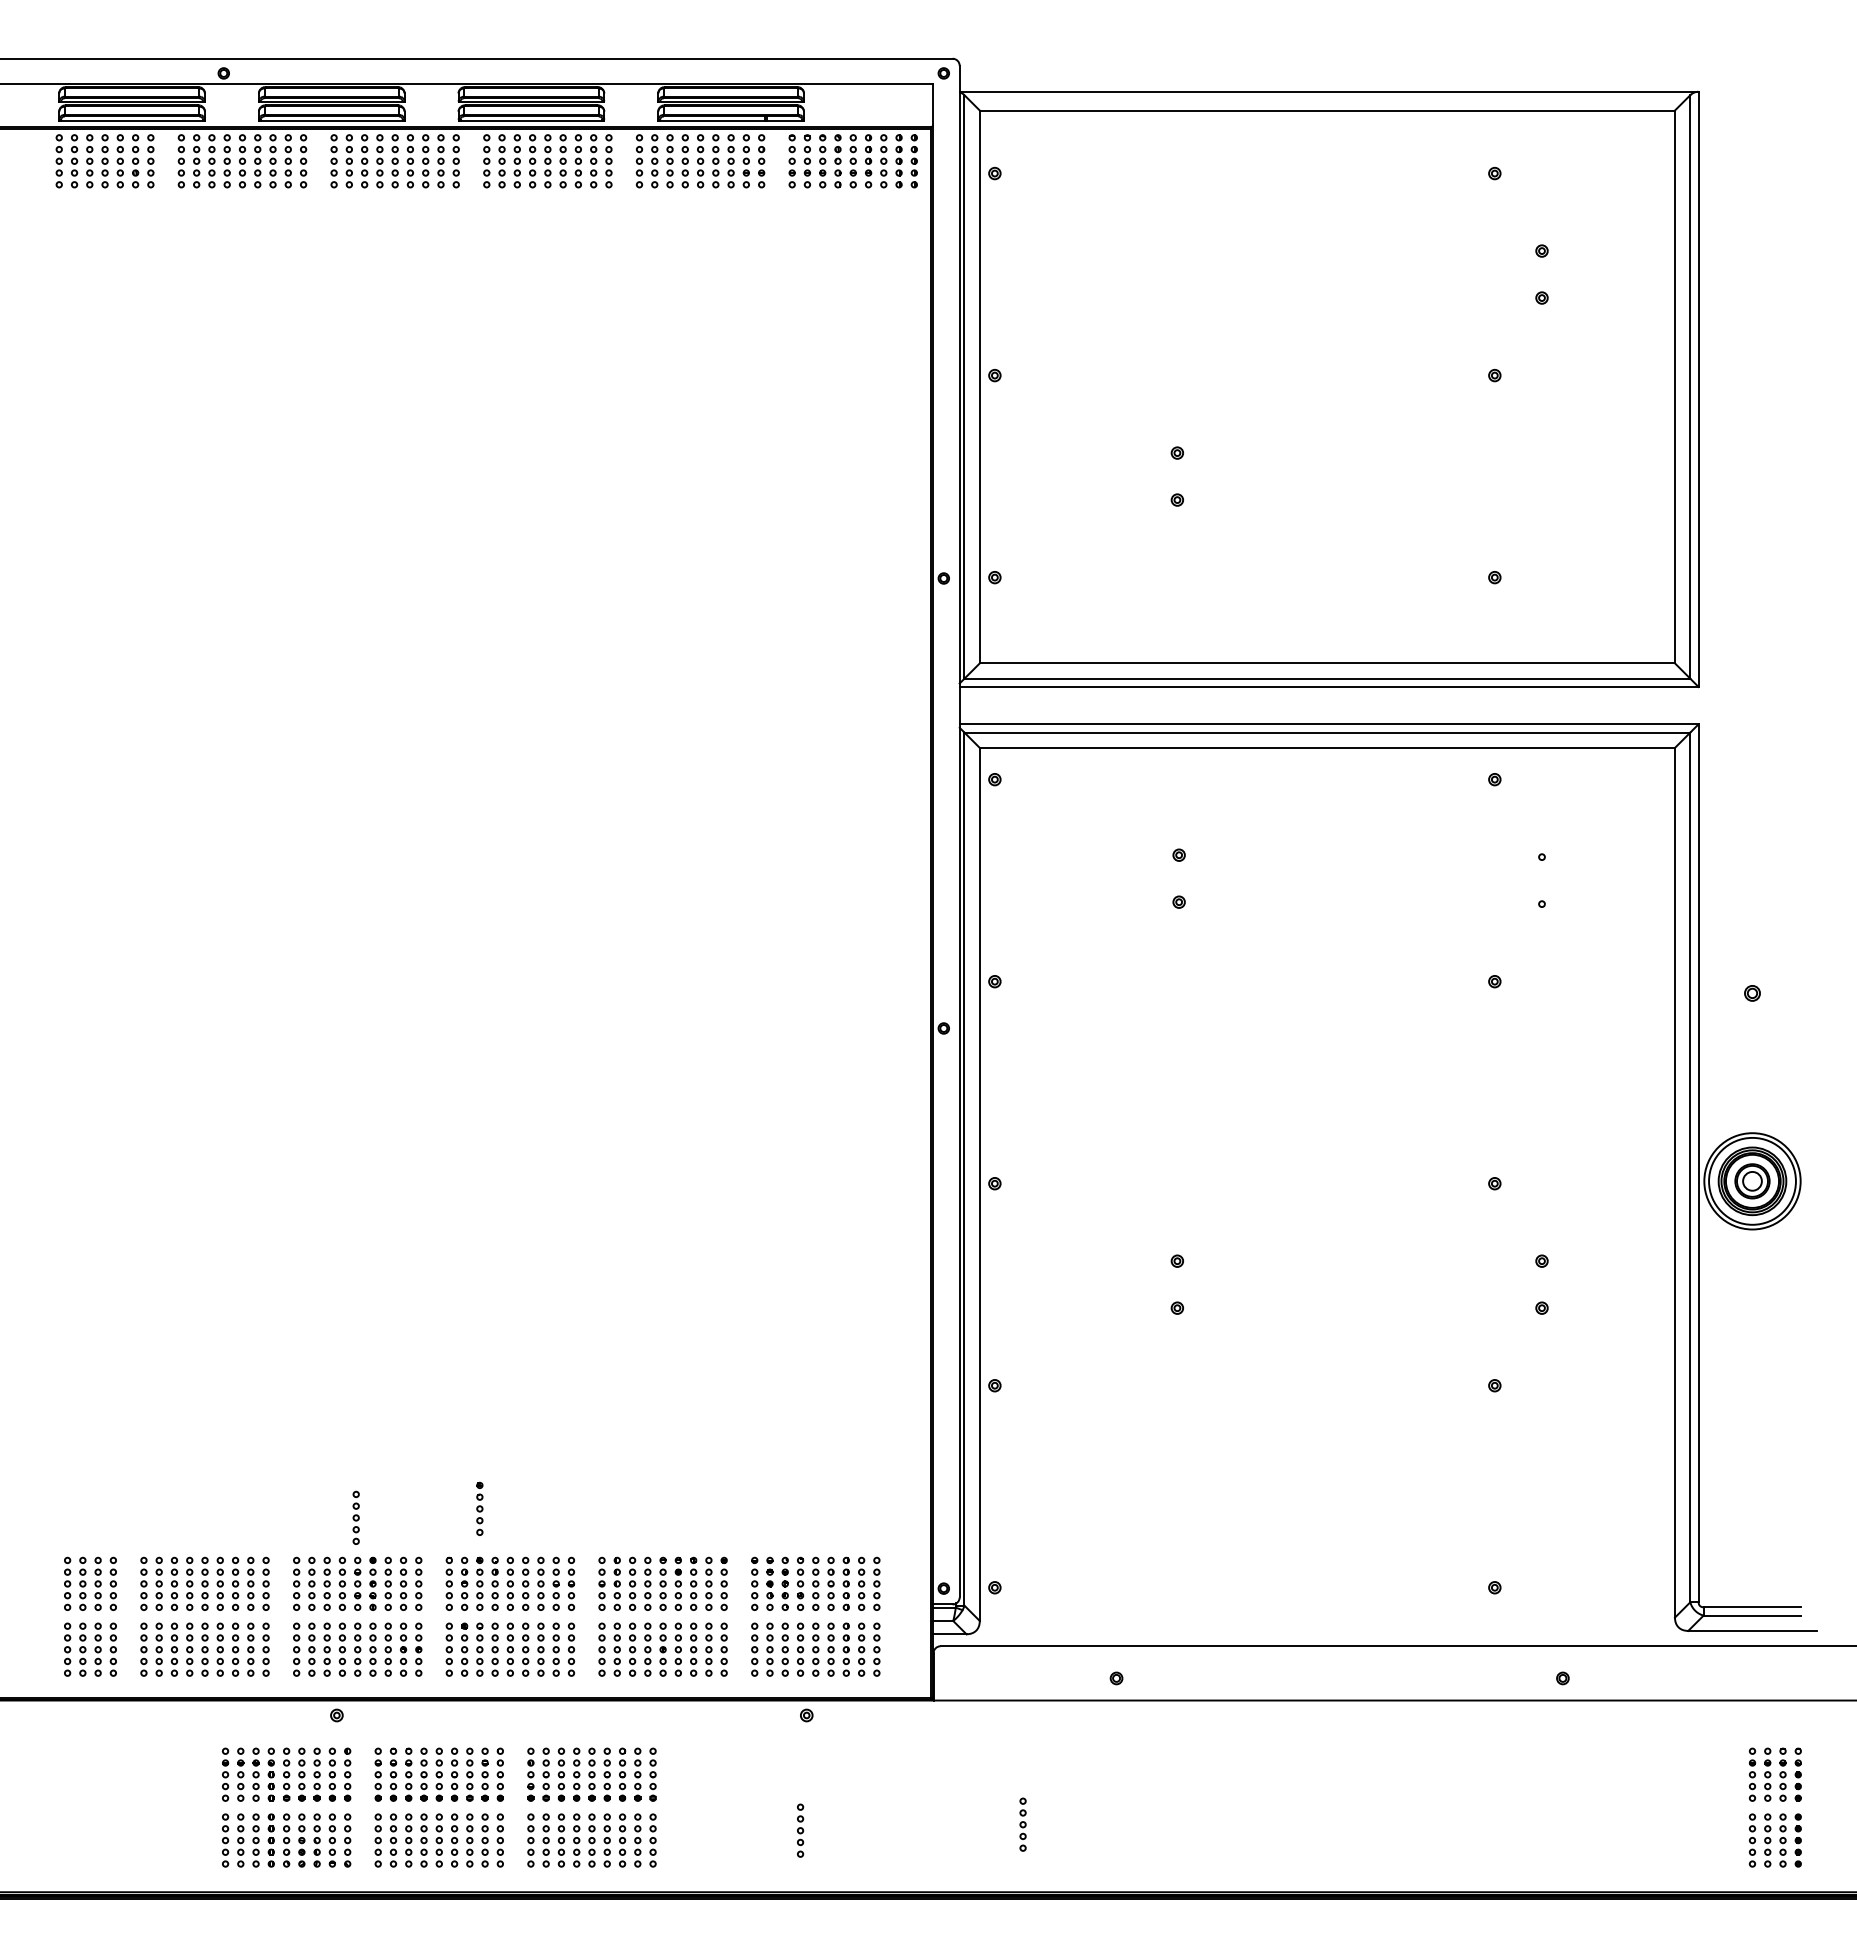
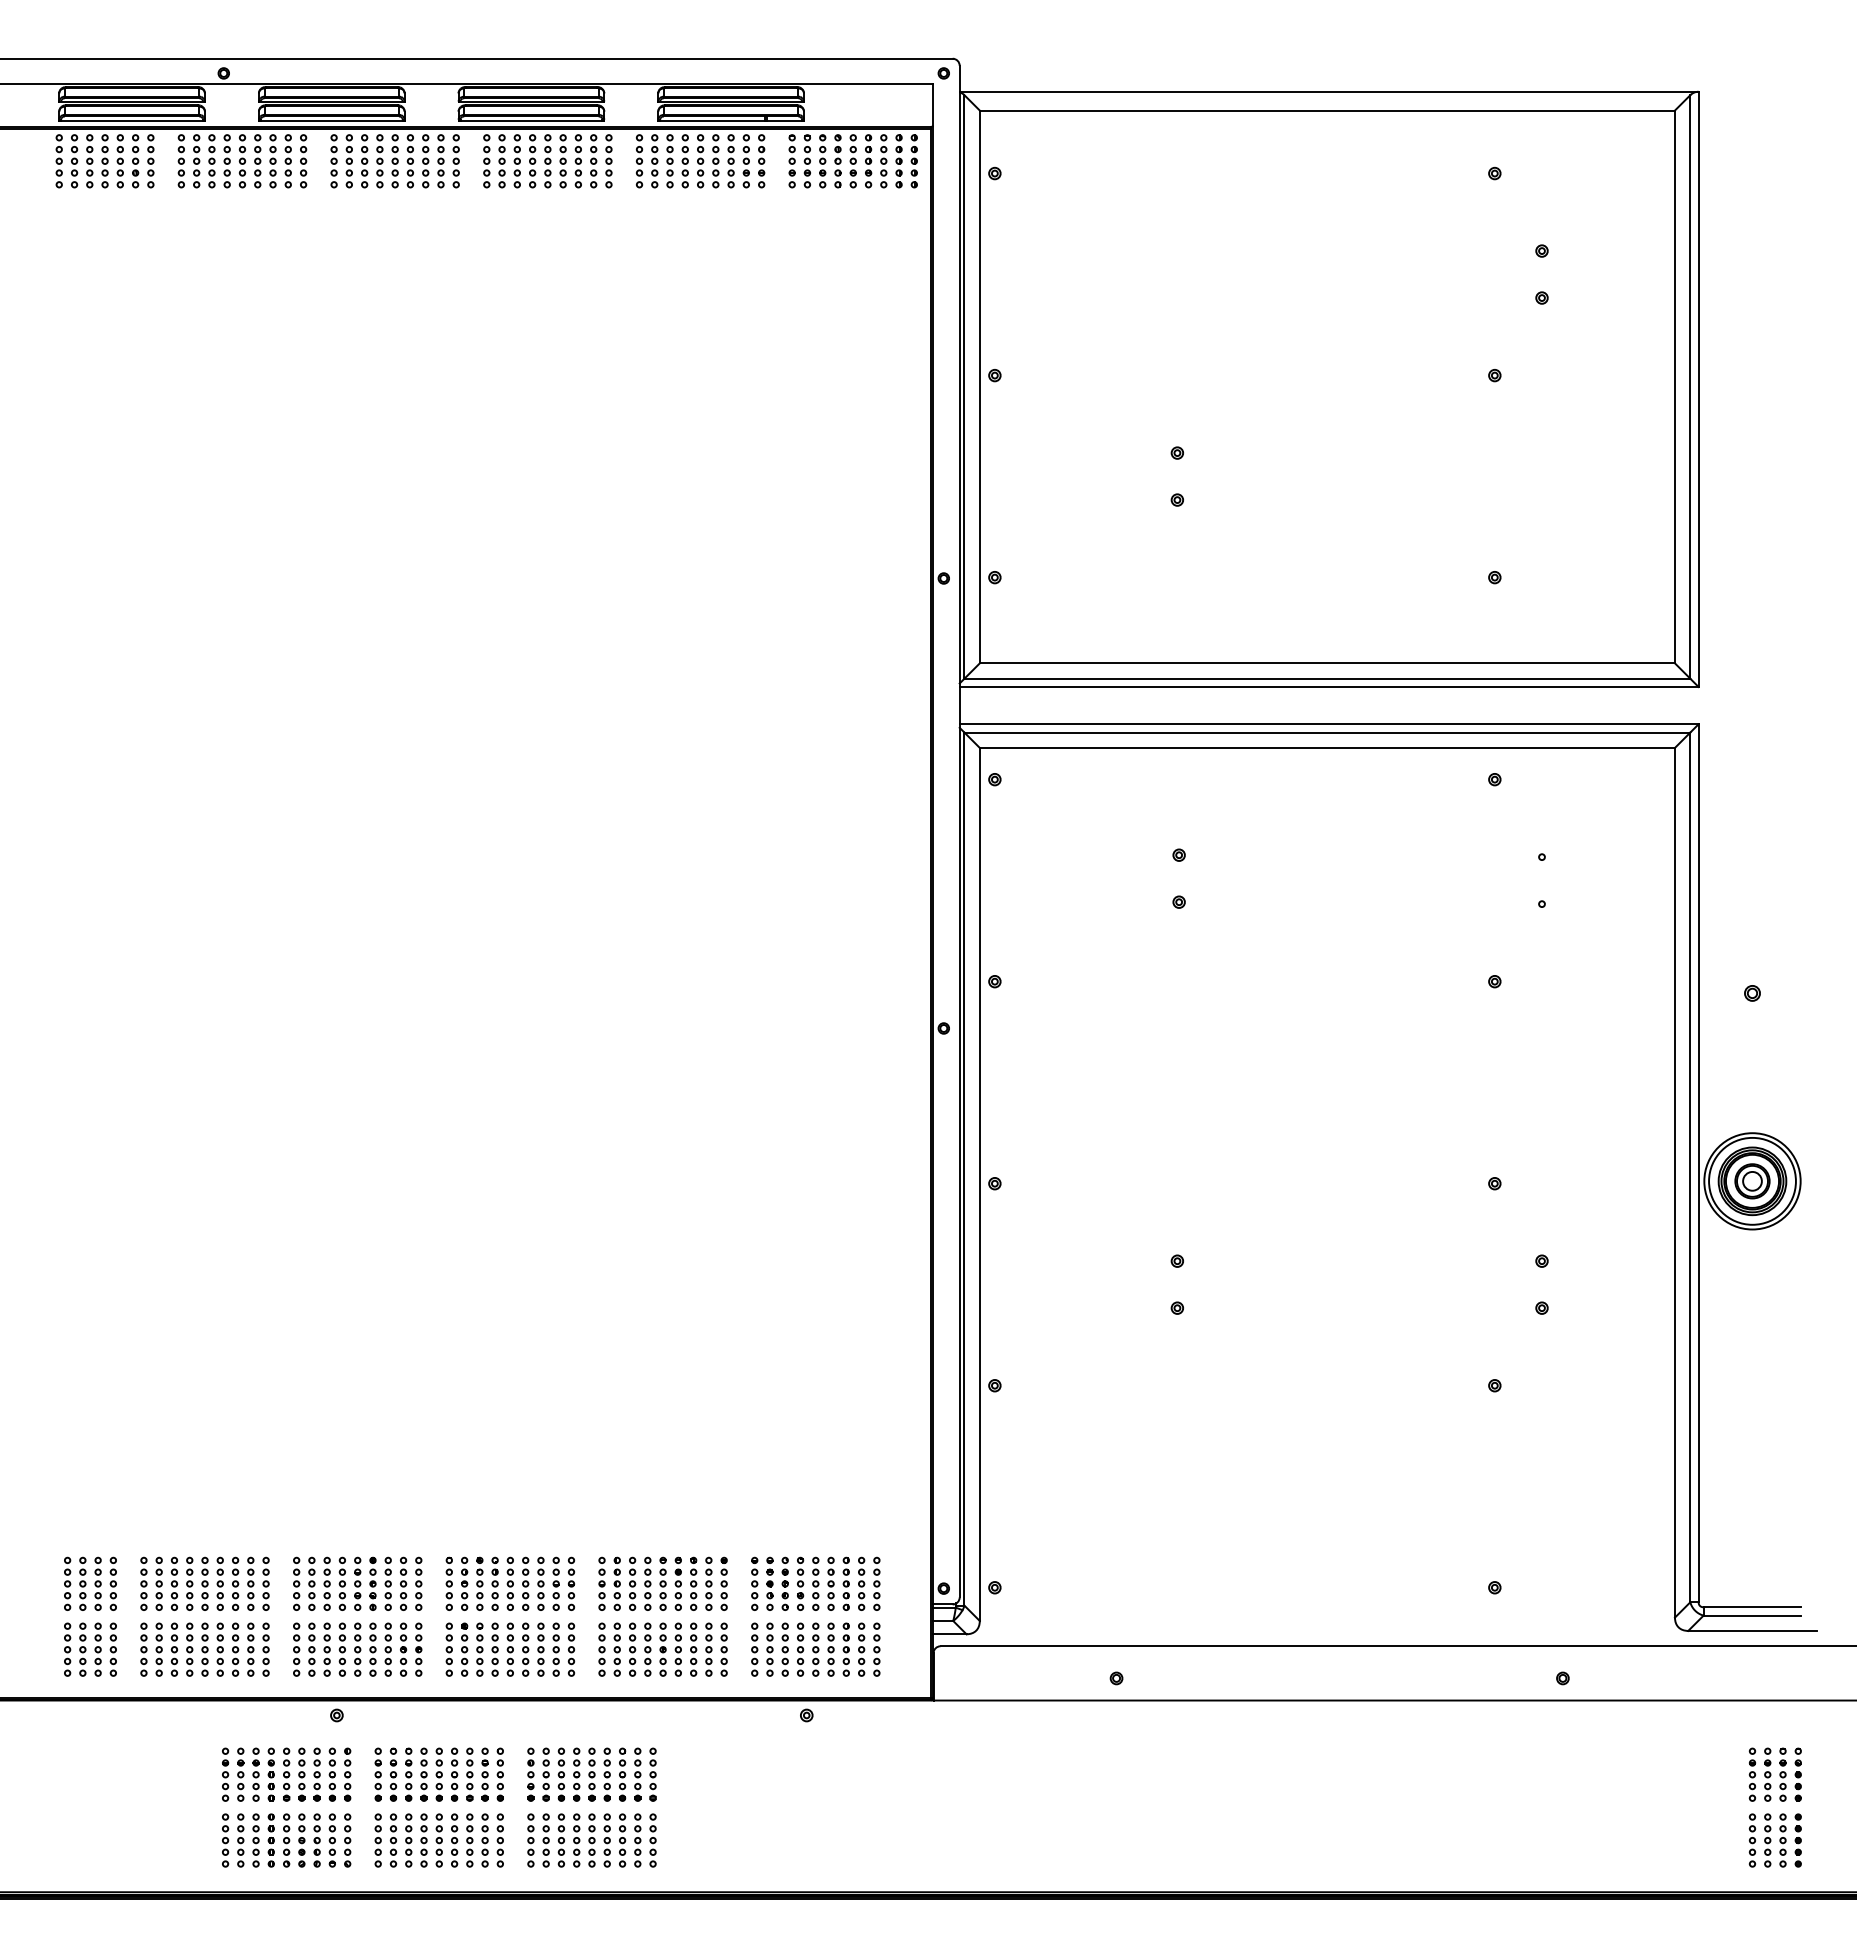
part at (479, 1508): present -> none
part at (355, 1517): present -> none
part at (1022, 1824): present -> none
part at (800, 1830): present -> none
